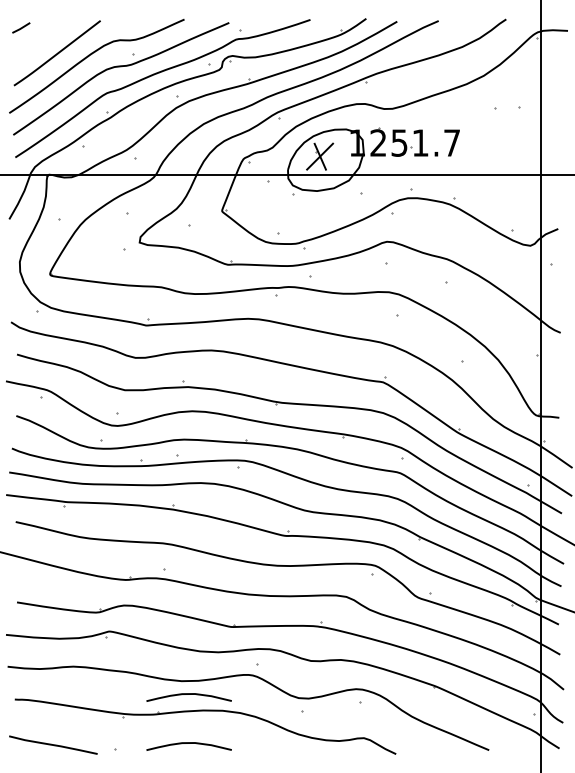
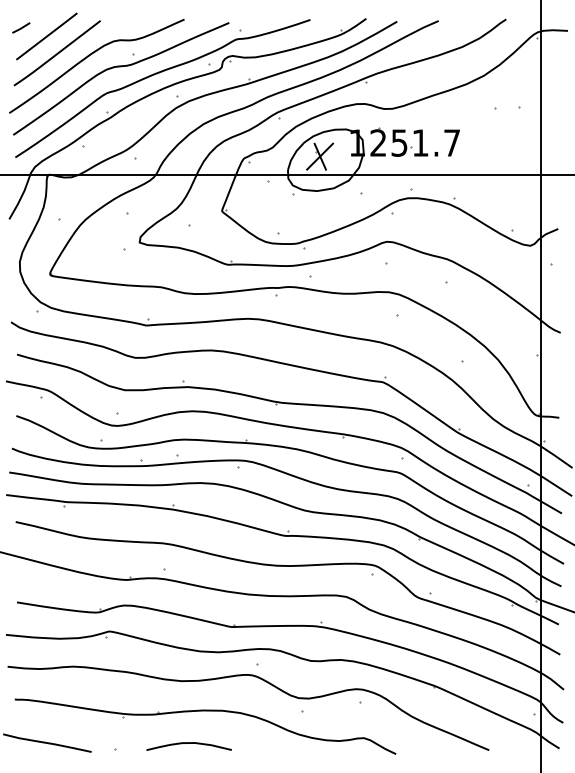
line at (46, 36): none -> present
curve at (188, 694): present -> none
line at (53, 744) position: (53, 744) -> (47, 742)
